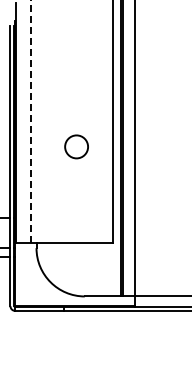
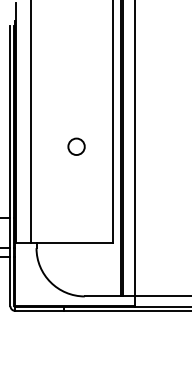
line at (30, 121): dashed -> solid
circle at (76, 146) size: 25x26 px -> 19x19 px
